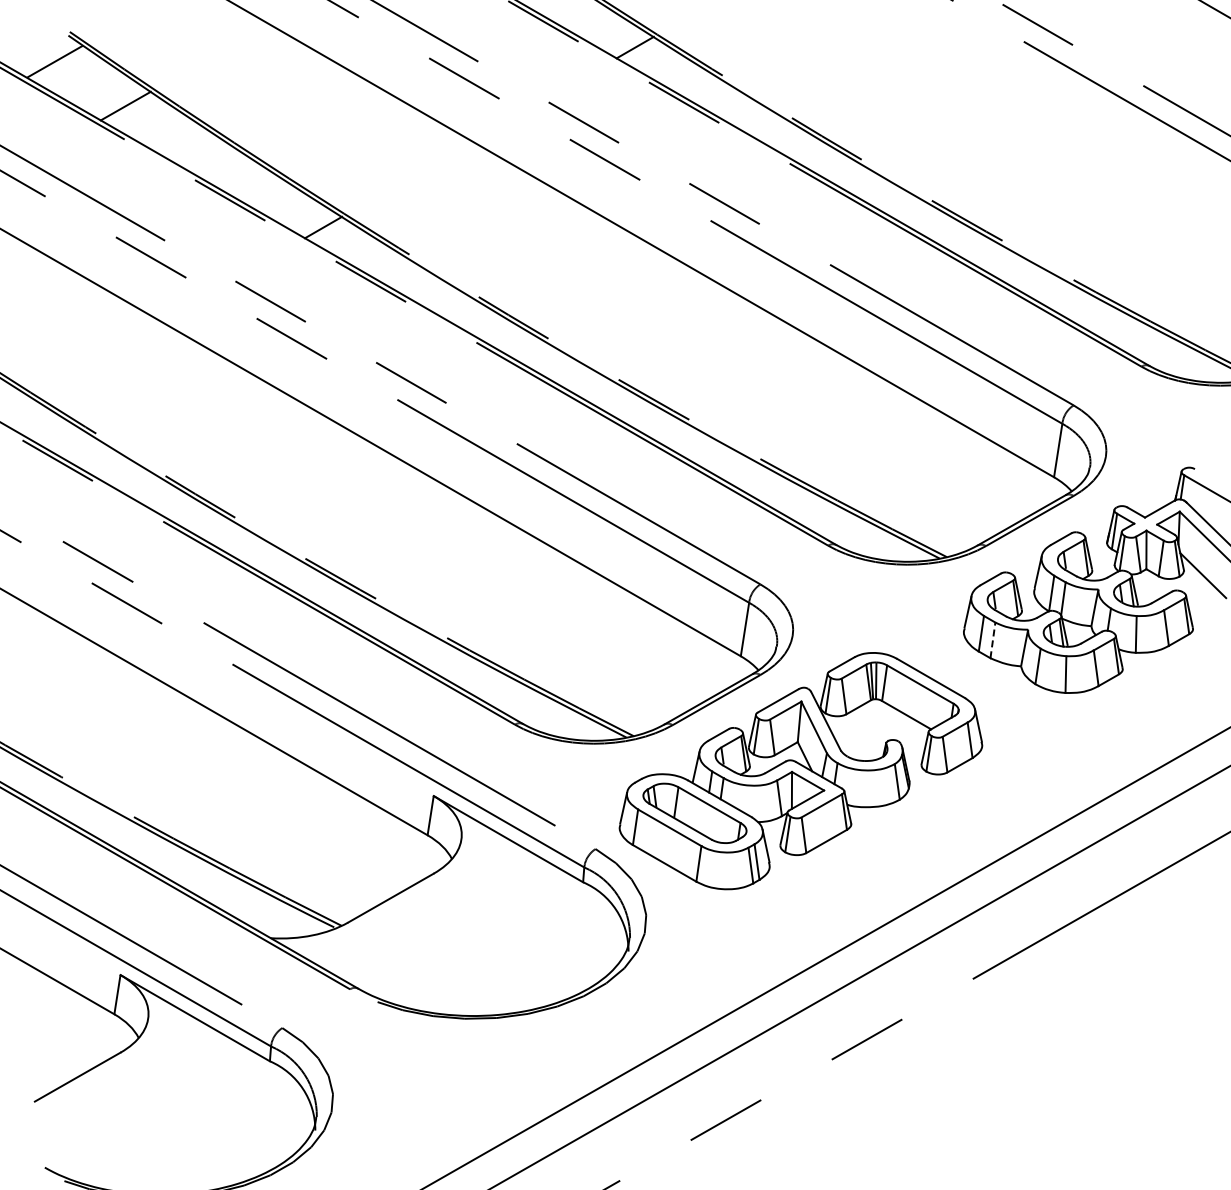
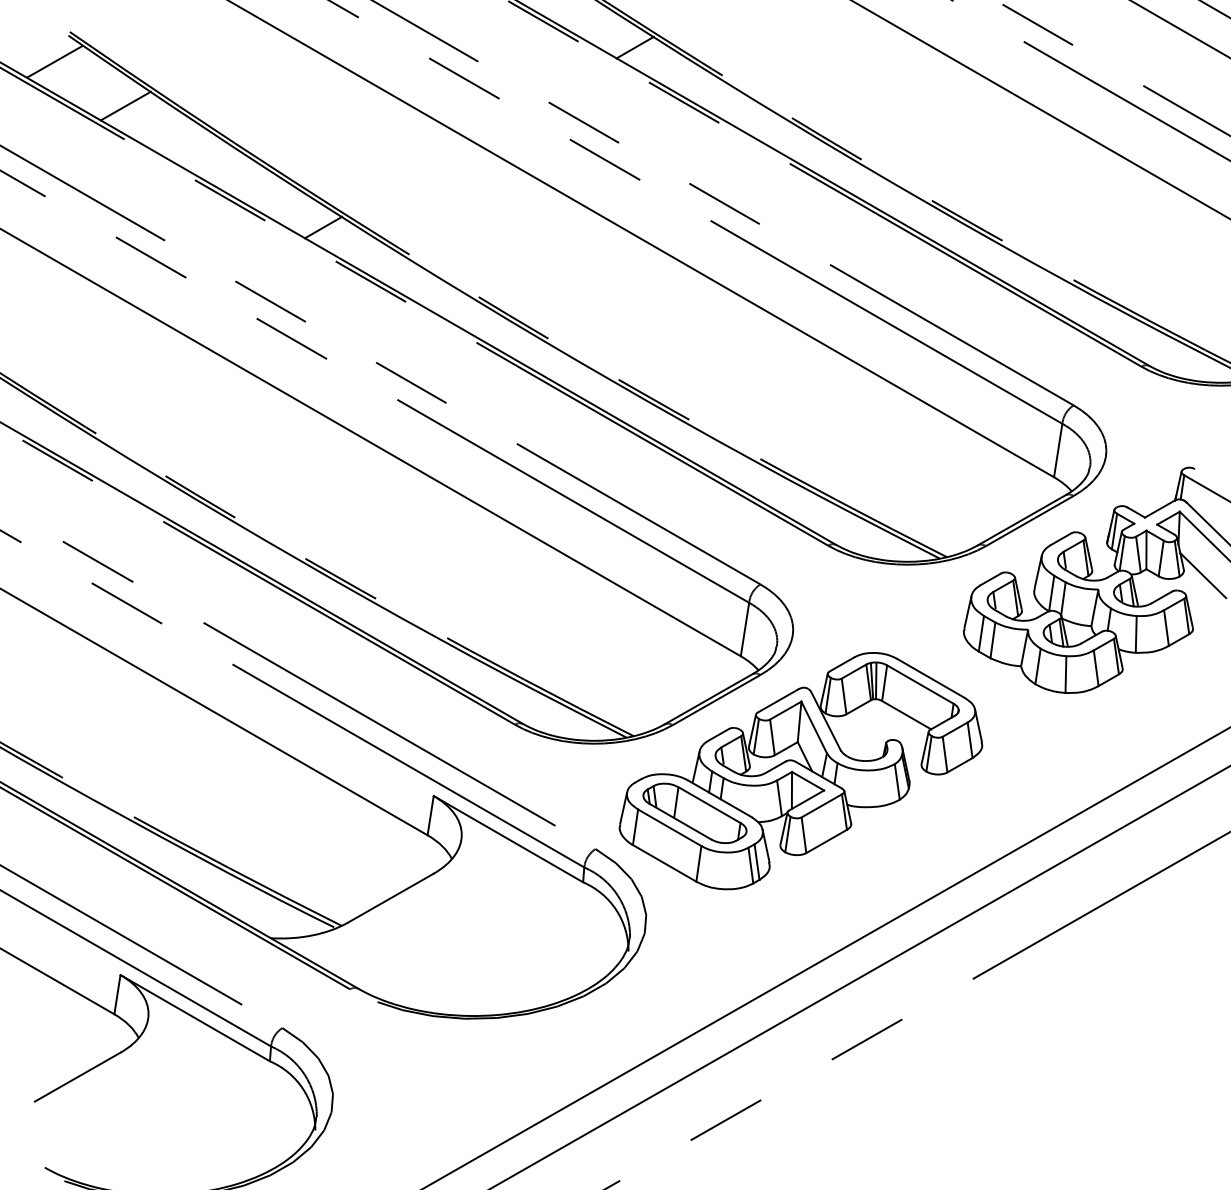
line at (1180, 29): none -> present
line at (1040, 109): none -> present
line at (992, 639): dashed -> solid
